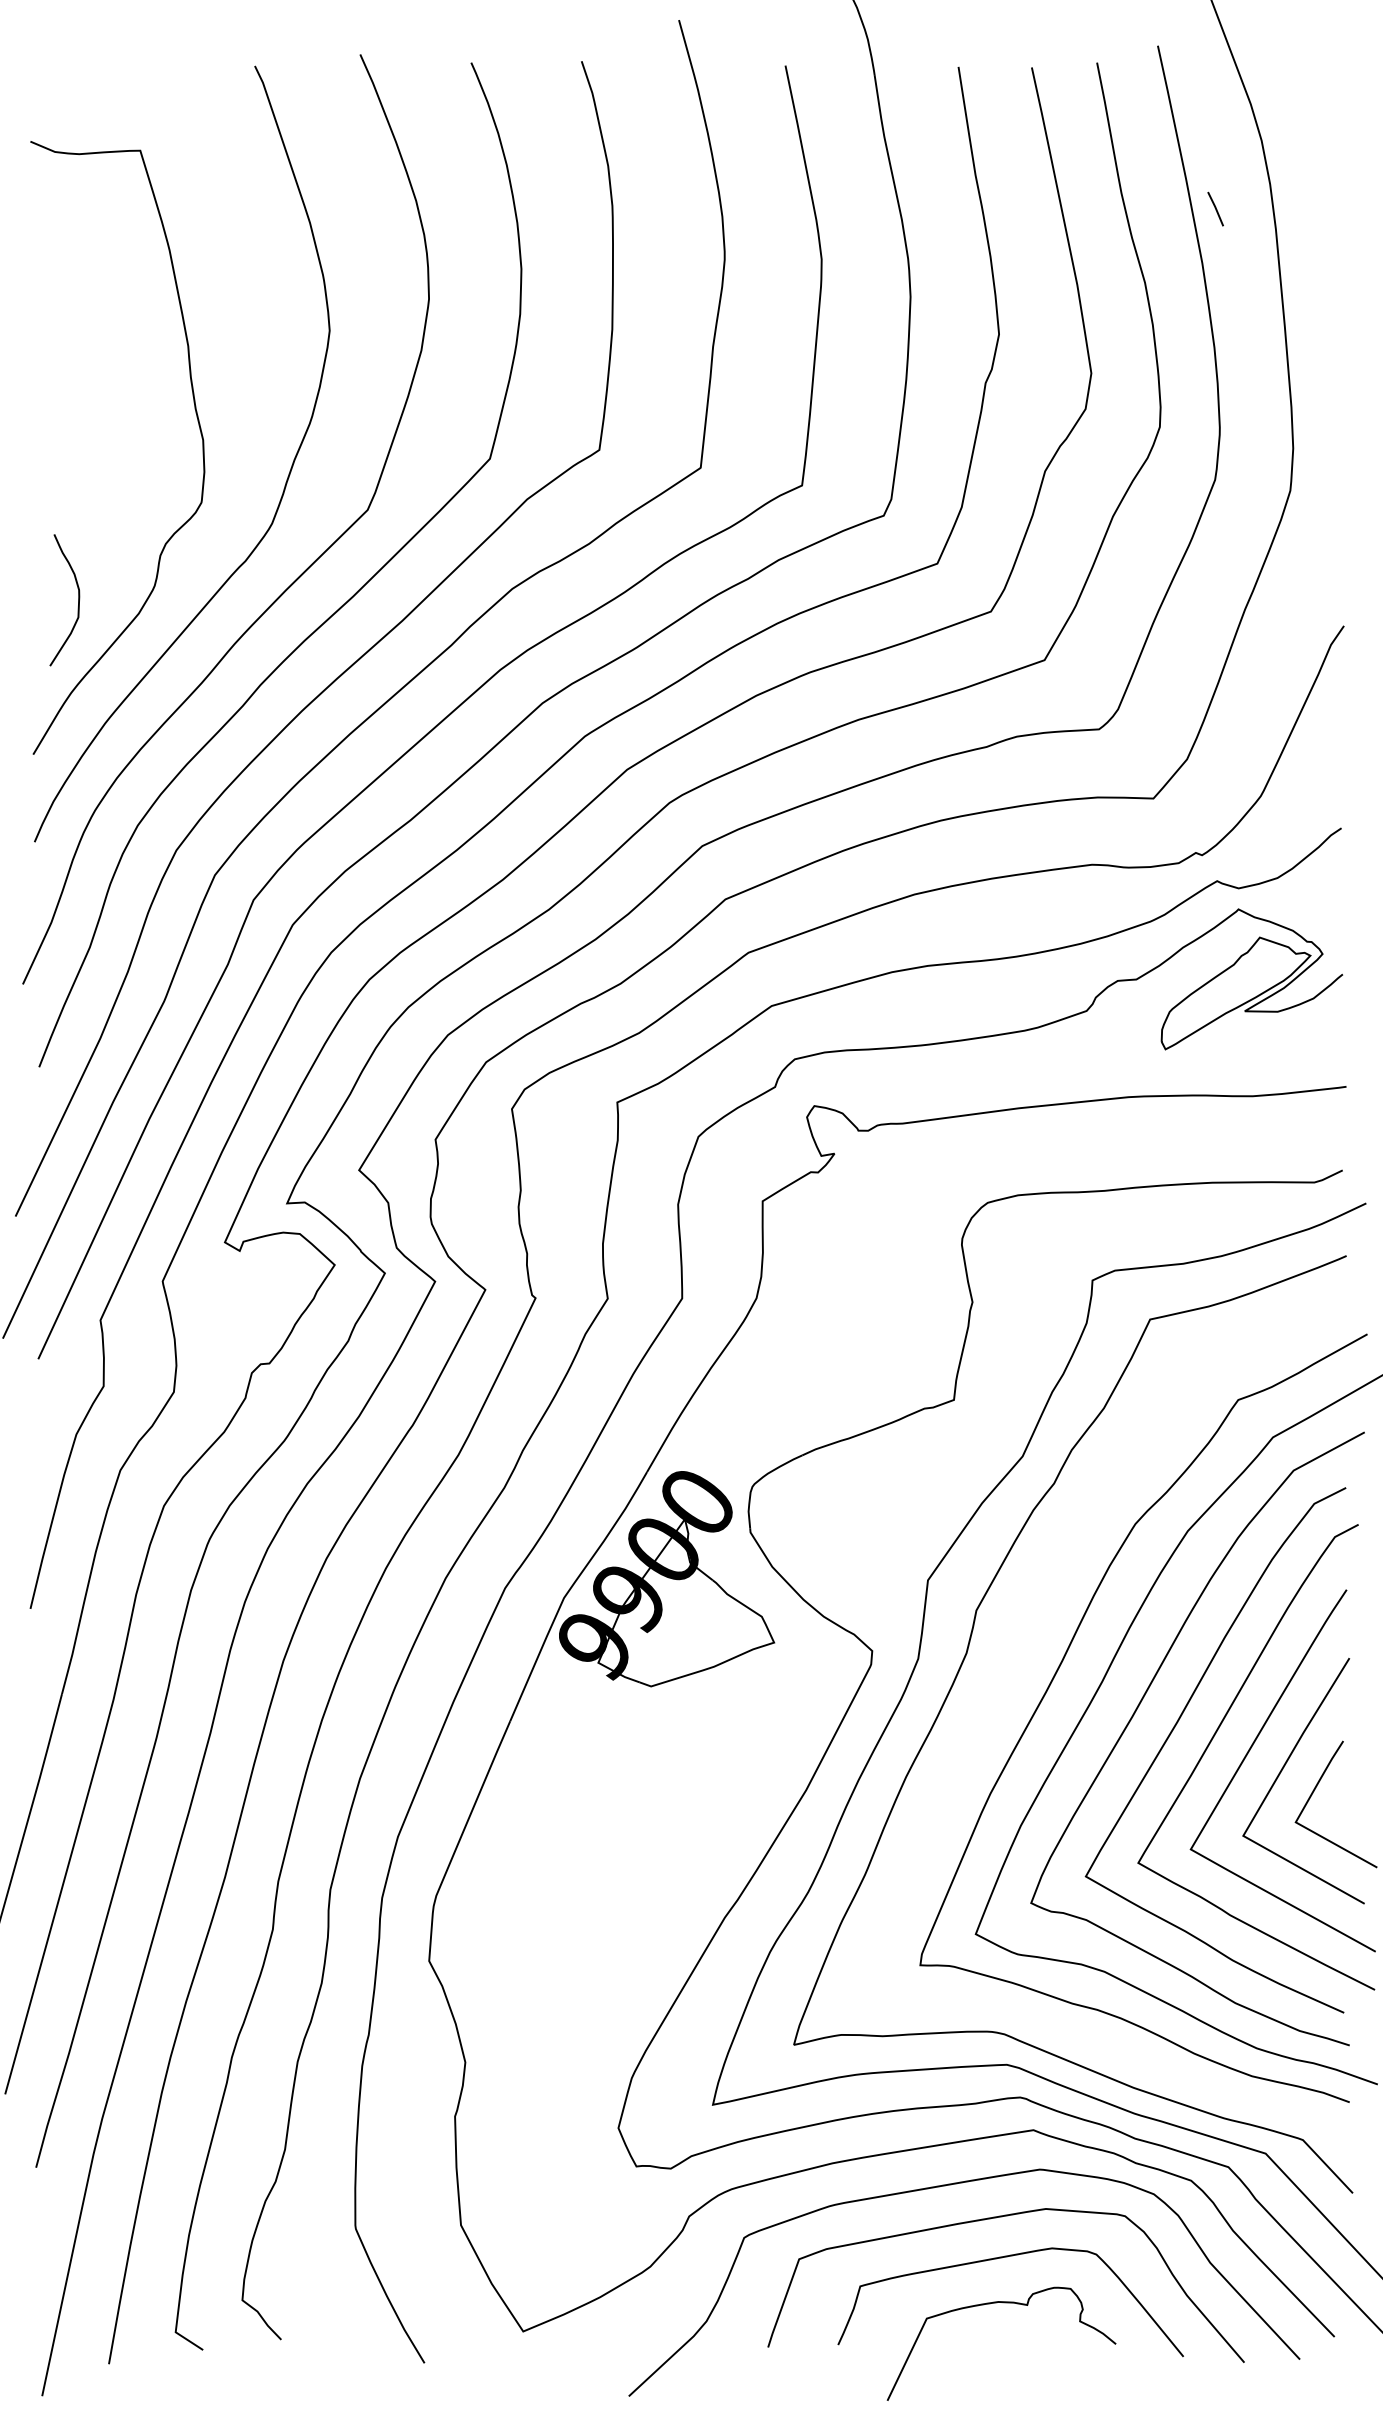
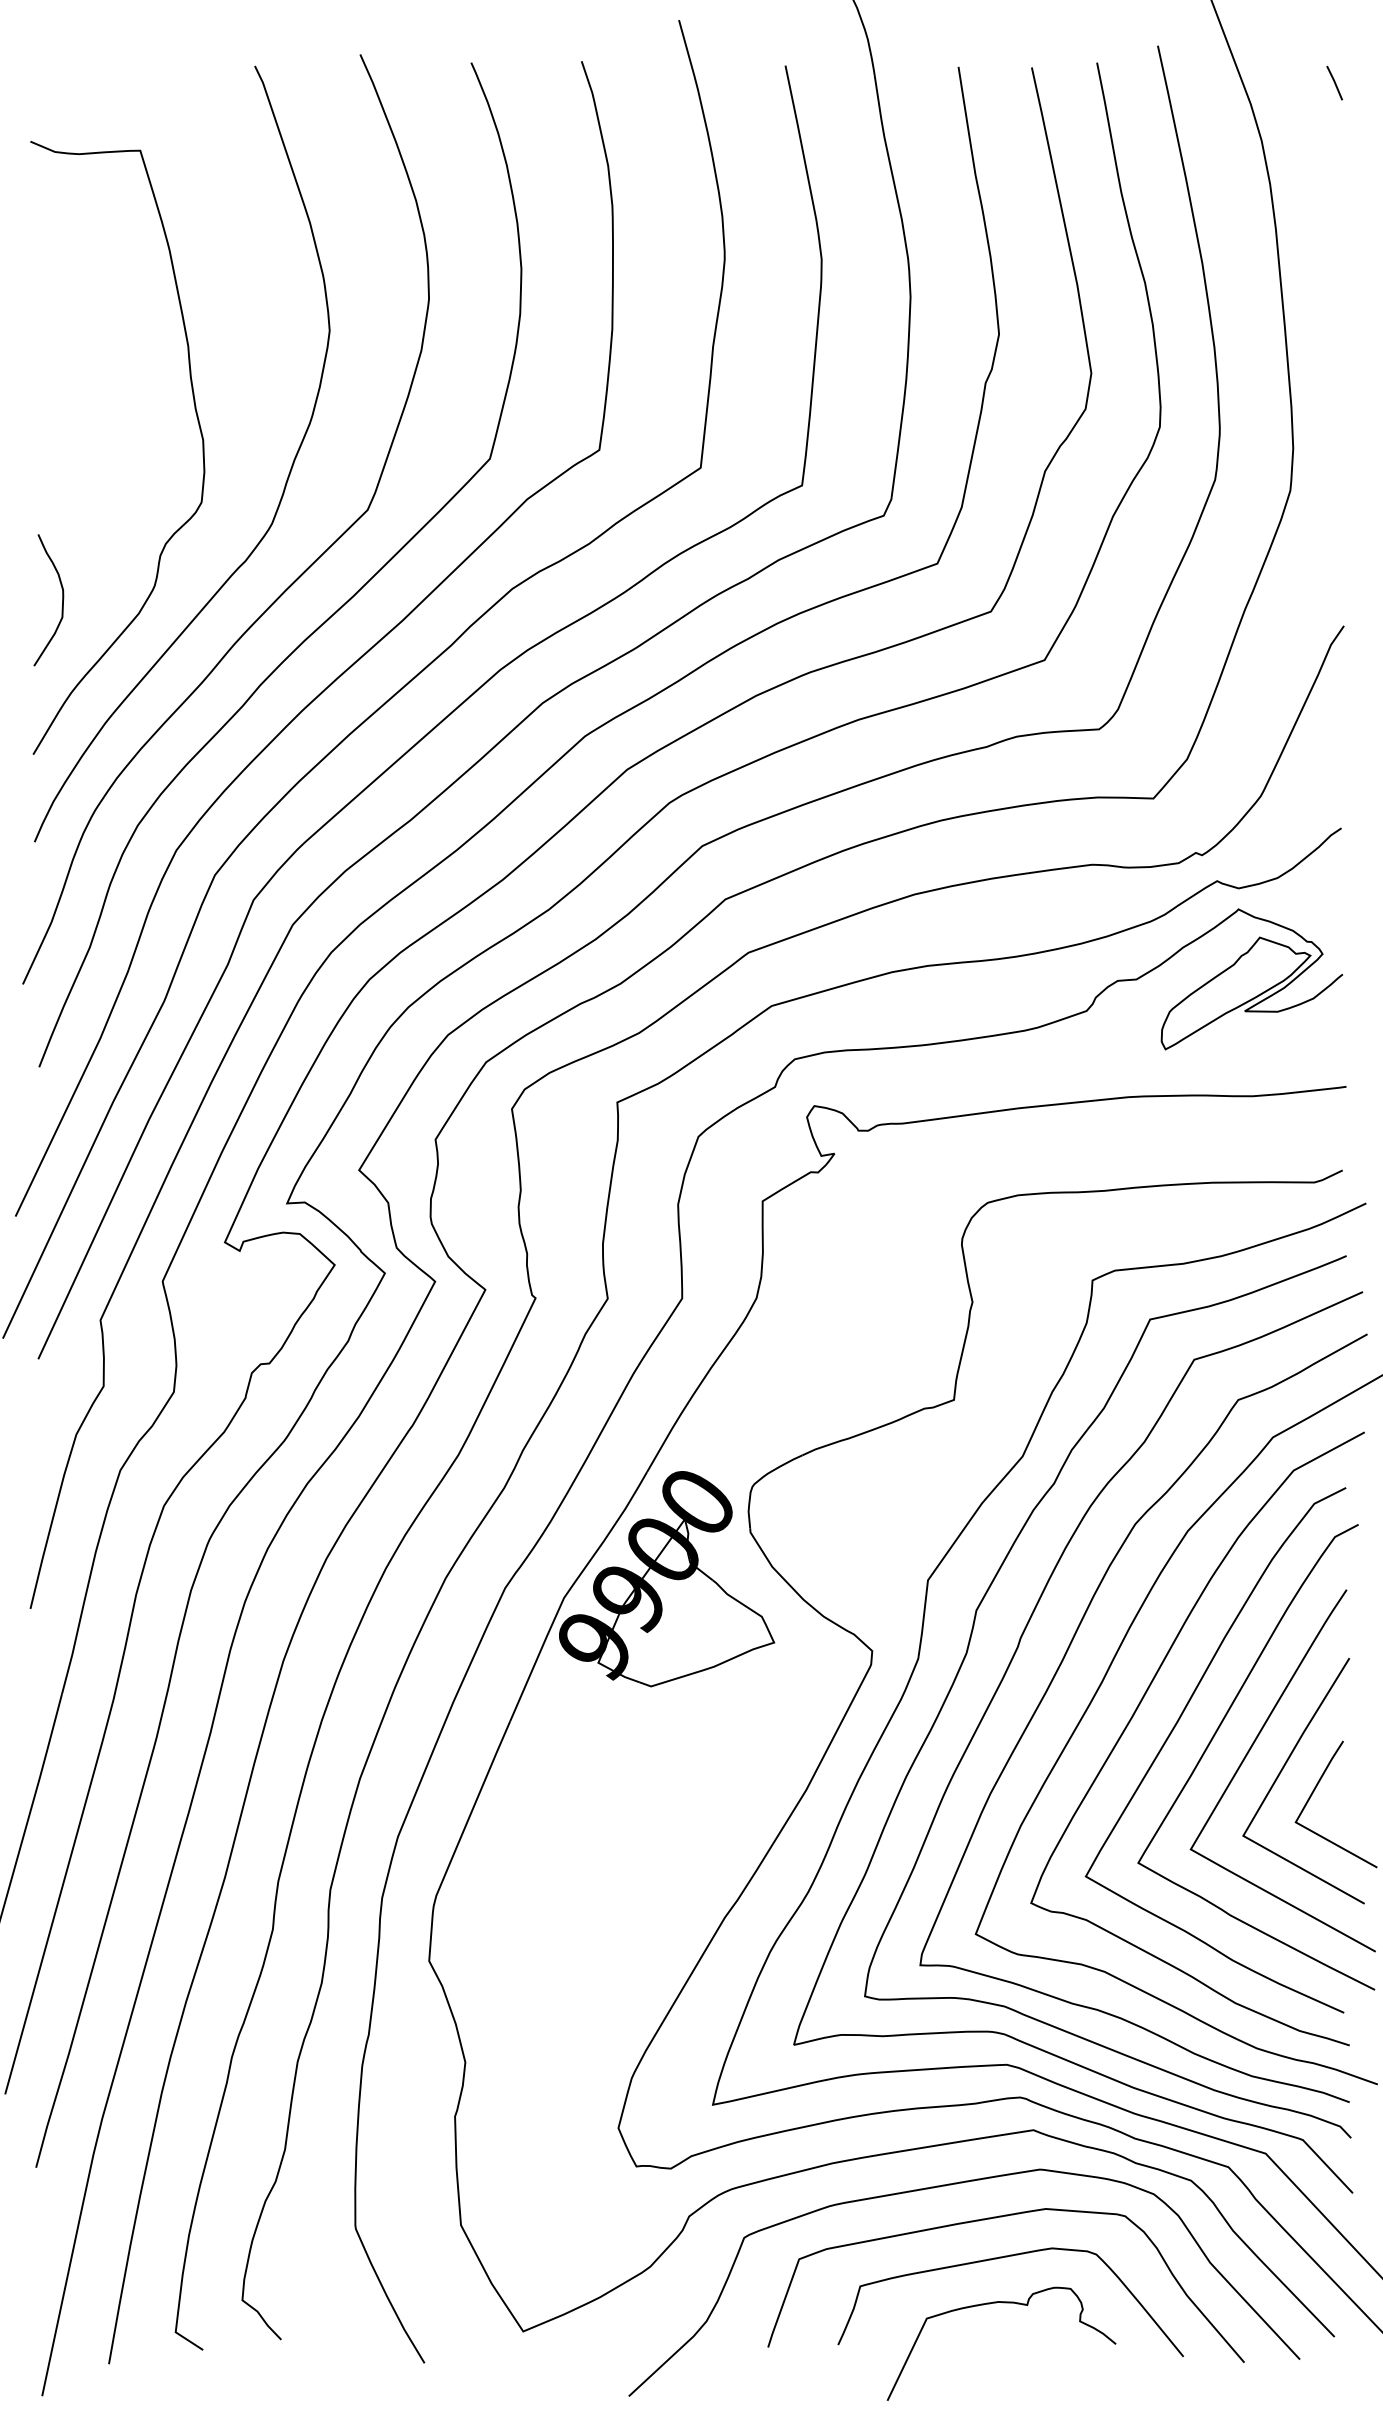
line at (1215, 208) position: (1215, 208) -> (1334, 82)
curve at (78, 600) position: (78, 600) -> (62, 600)
curve at (1010, 1665): none -> present
